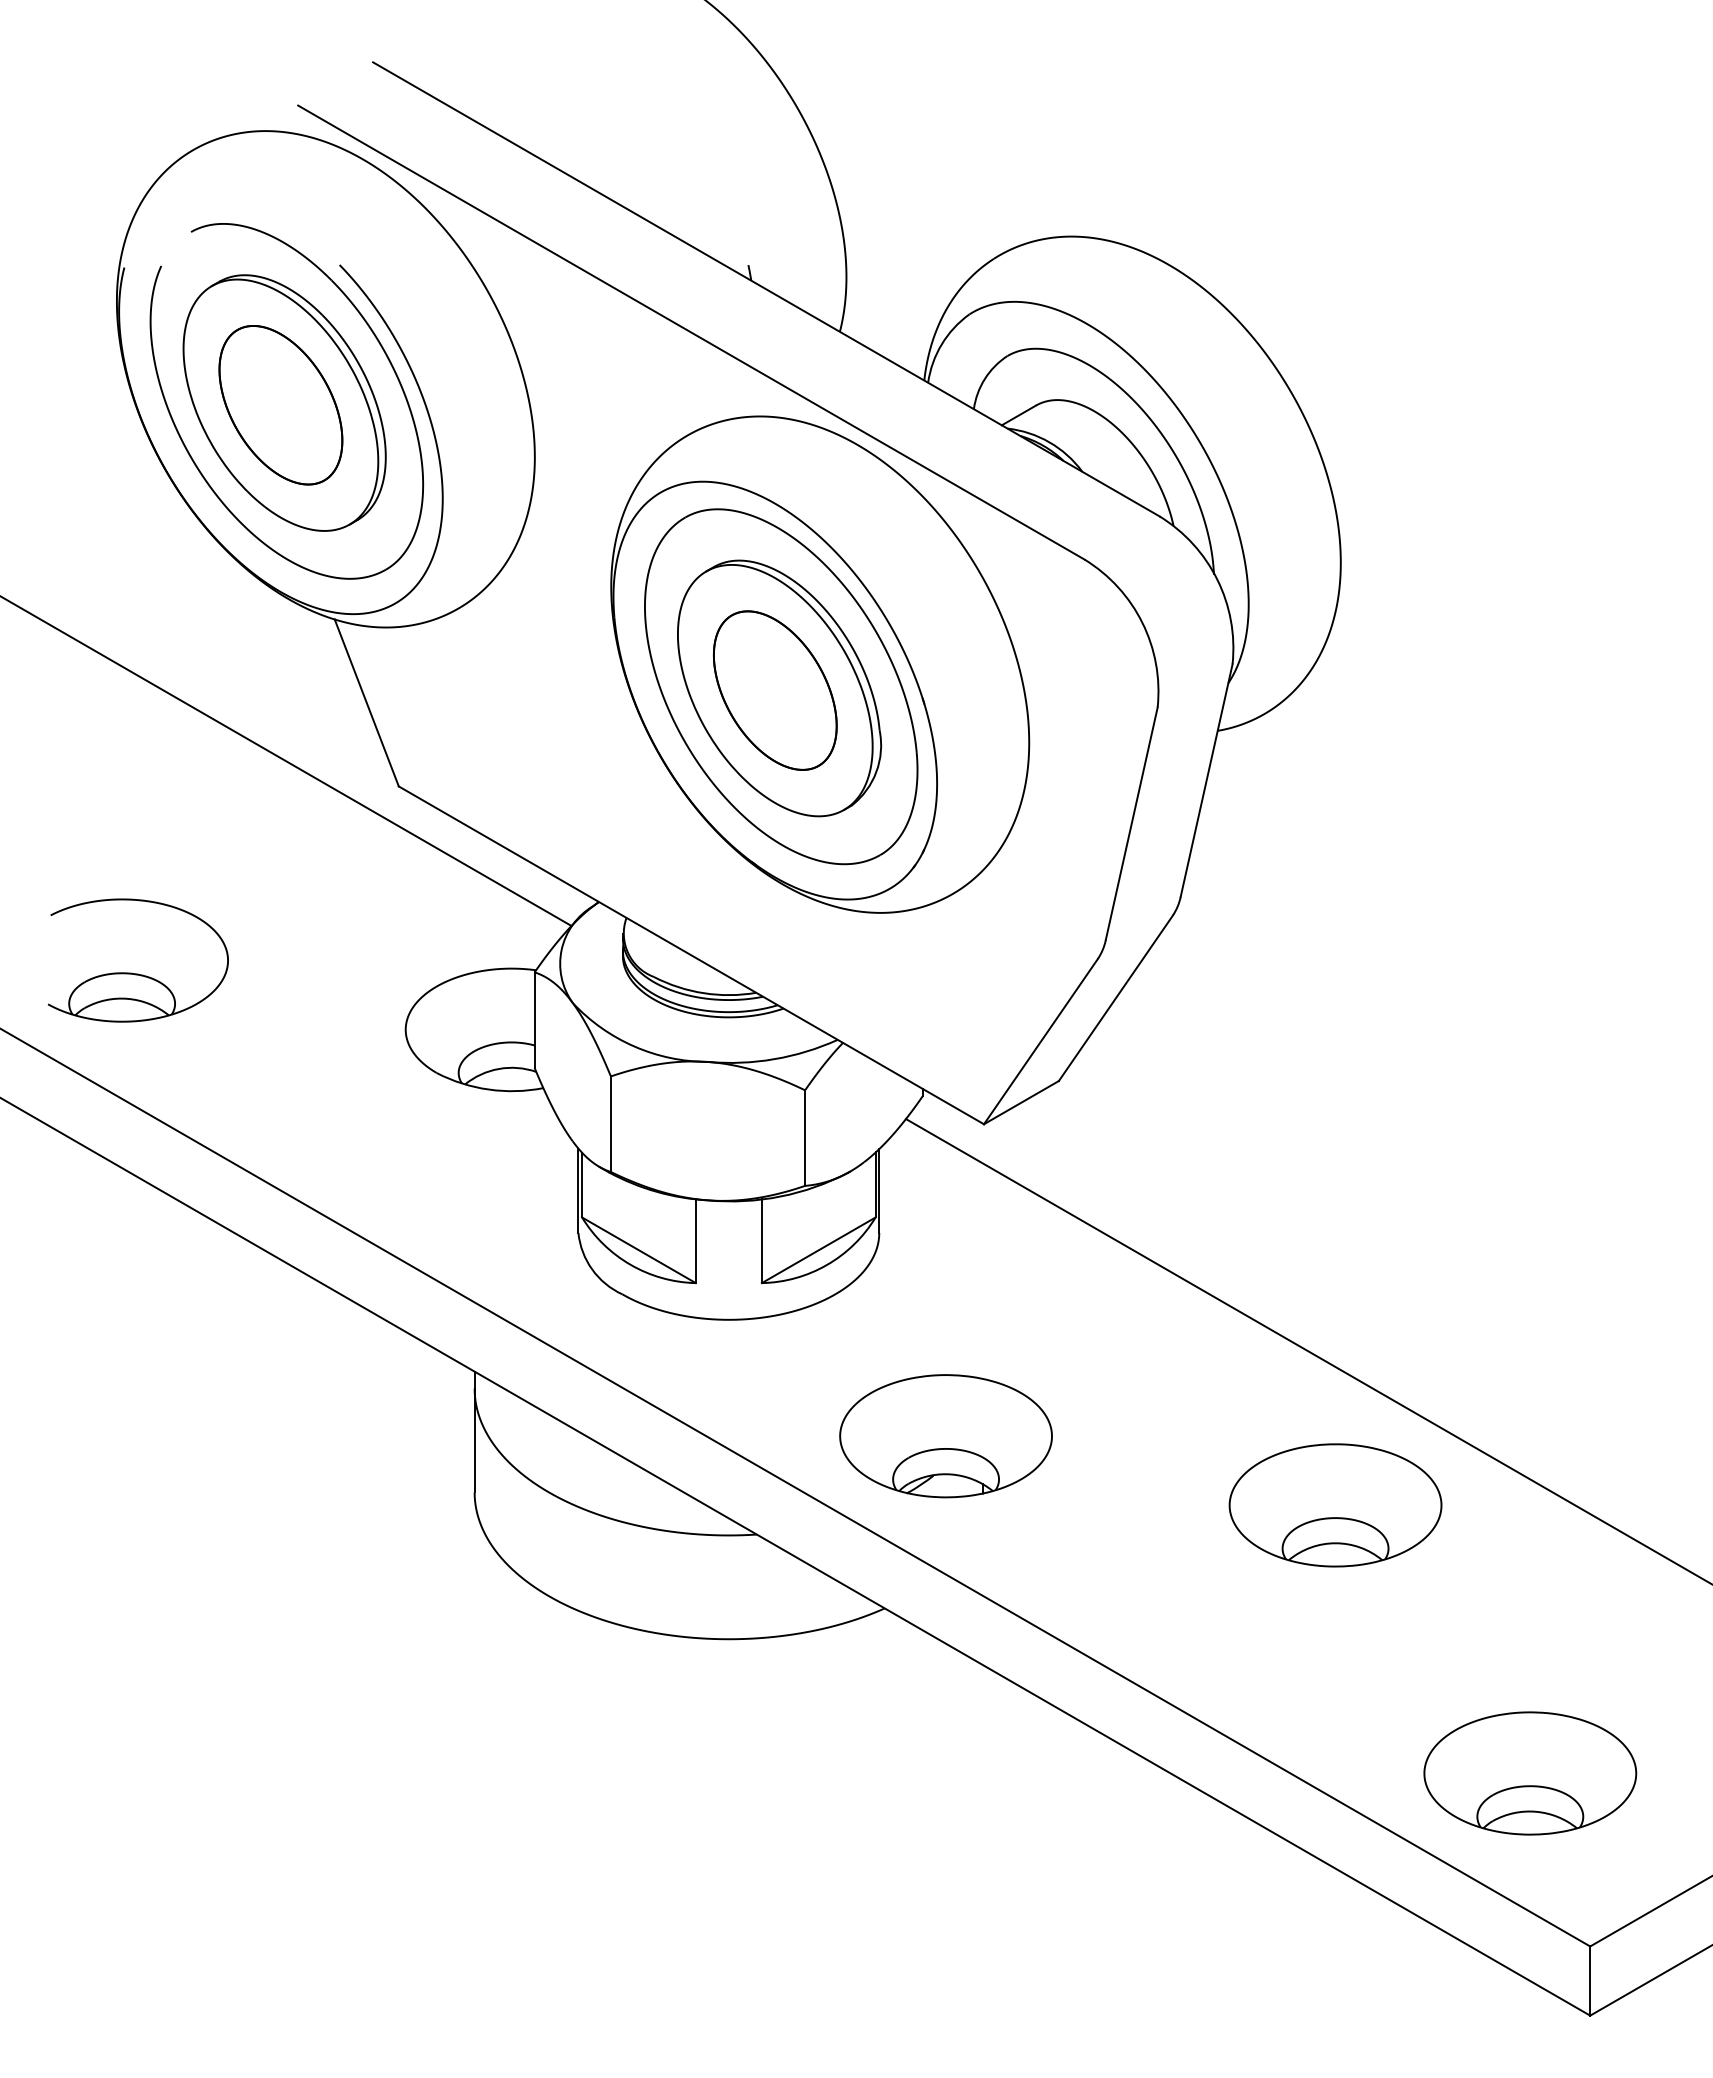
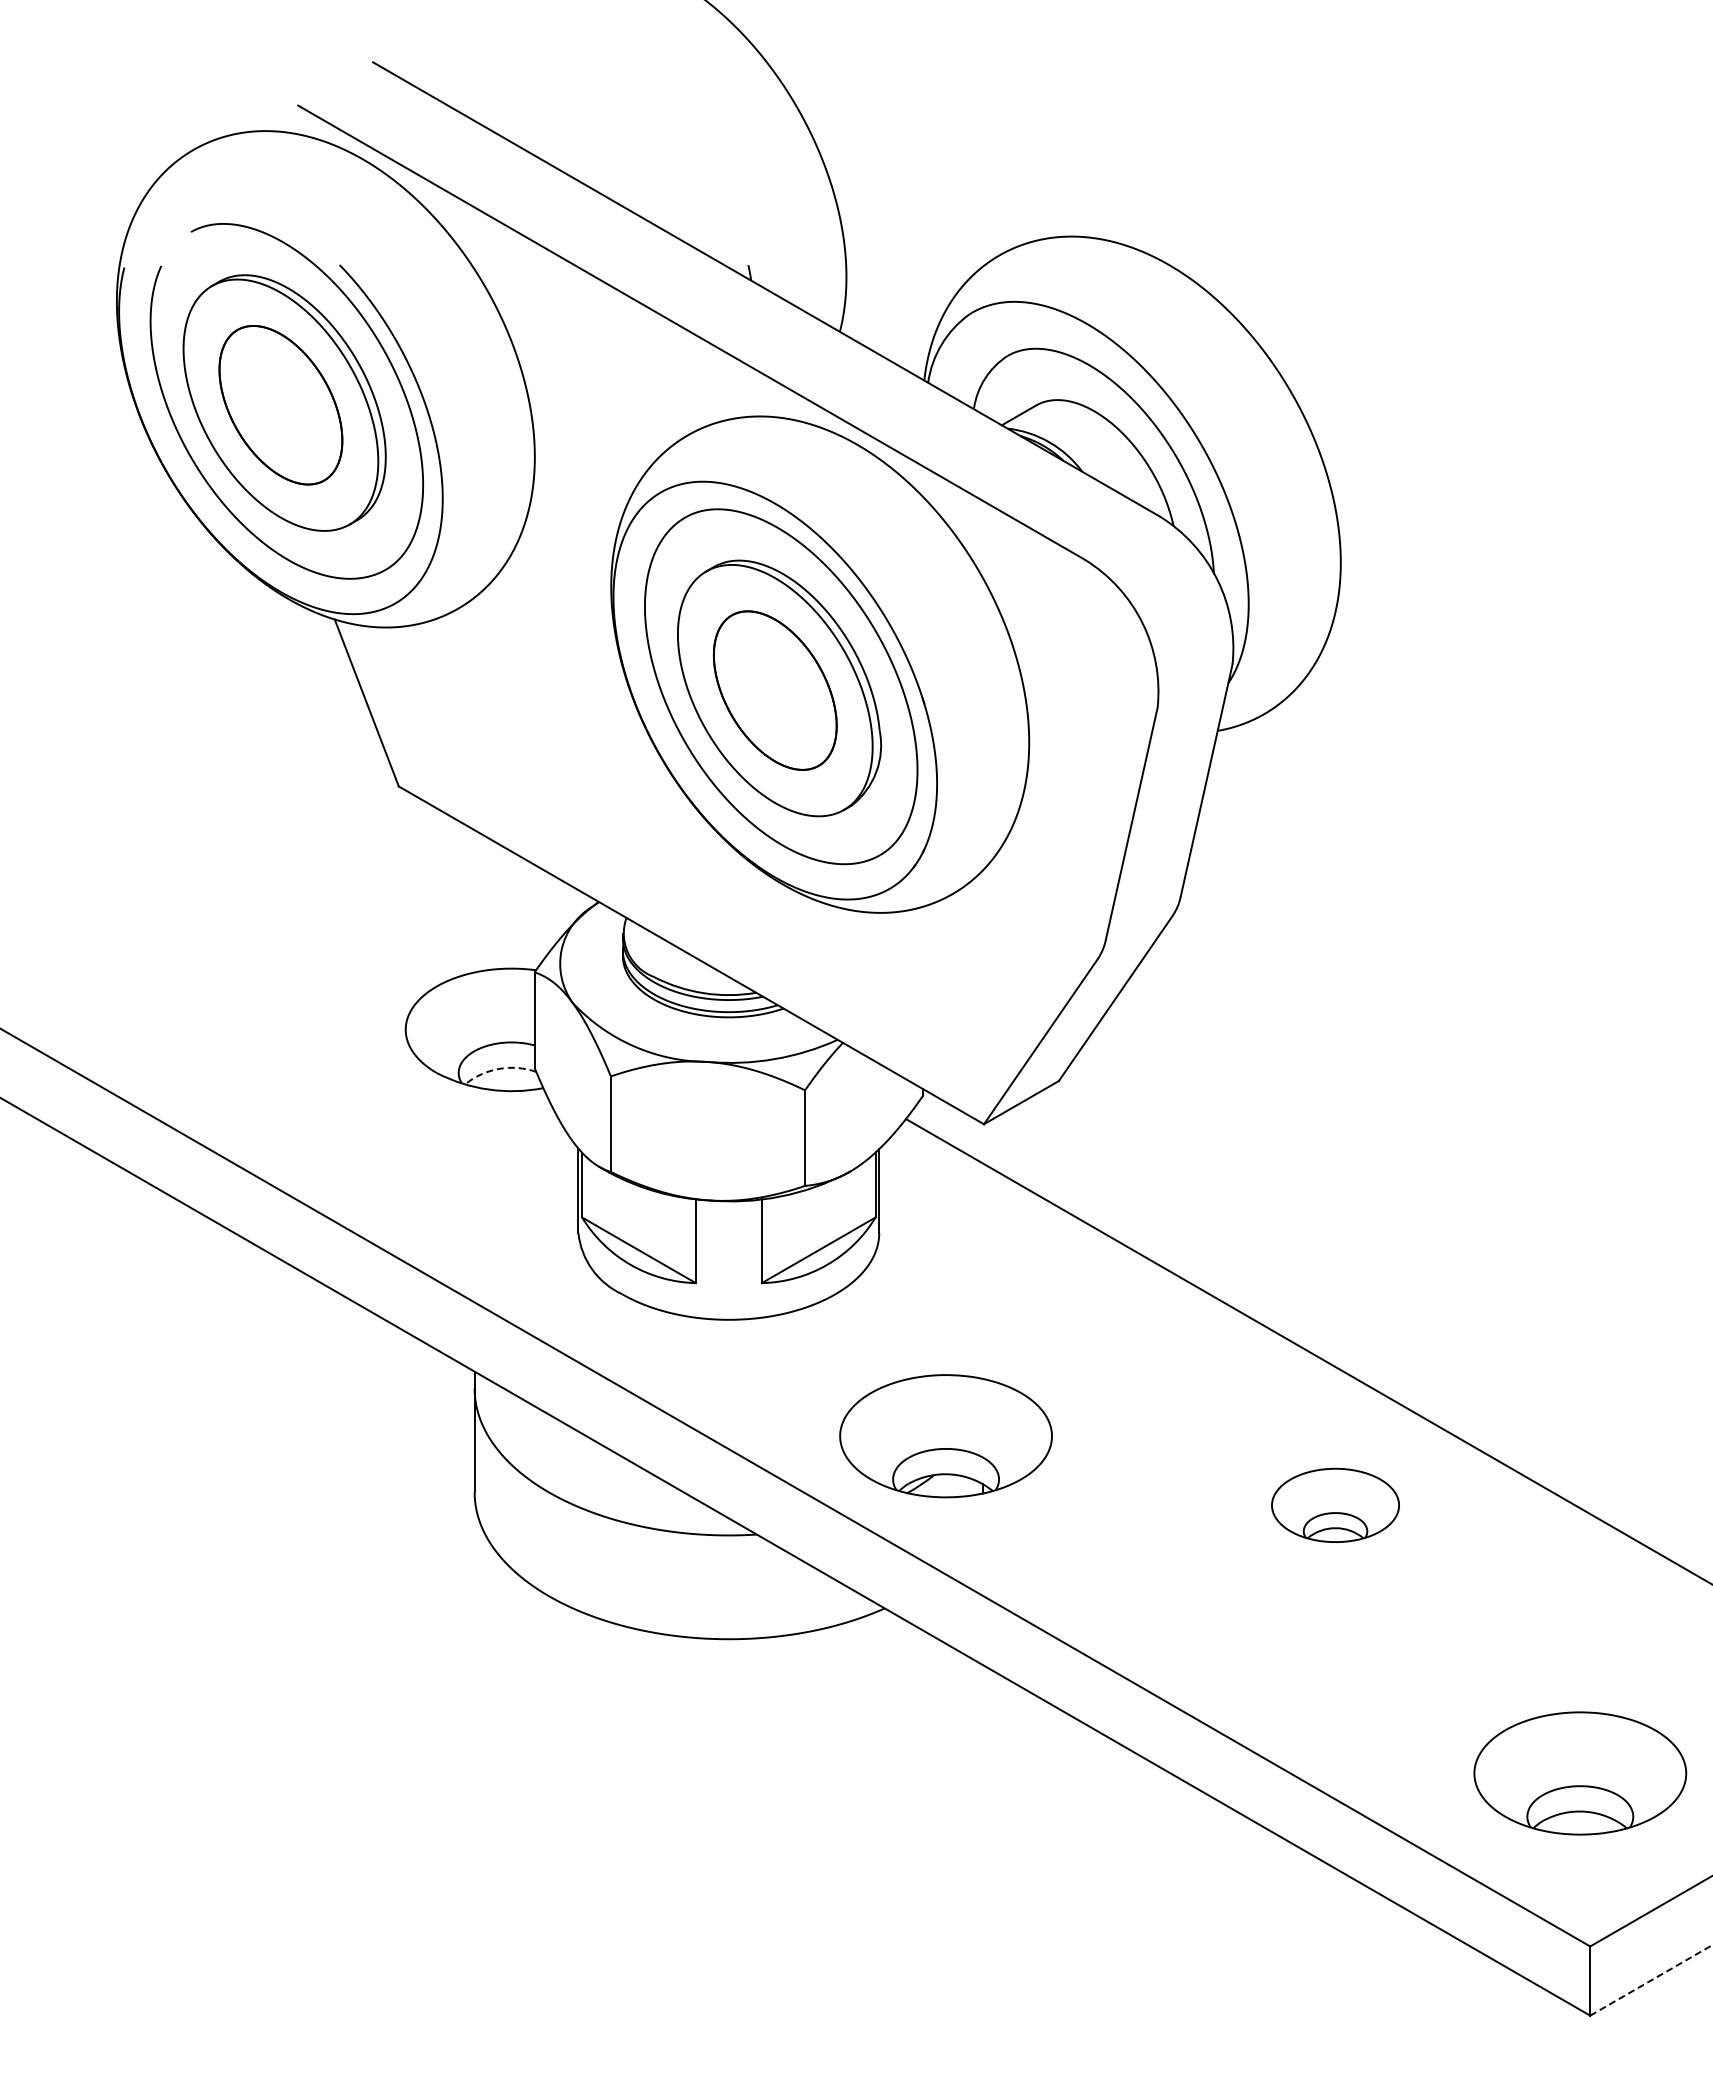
line at (286, 761): present -> none
part at (138, 973): present -> none
arc at (498, 1068): solid -> dashed
part at (1335, 1505) size: 215x125 px -> 129x76 px
part at (1530, 1773) position: (1530, 1773) -> (1580, 1773)
line at (1651, 1980): solid -> dashed
